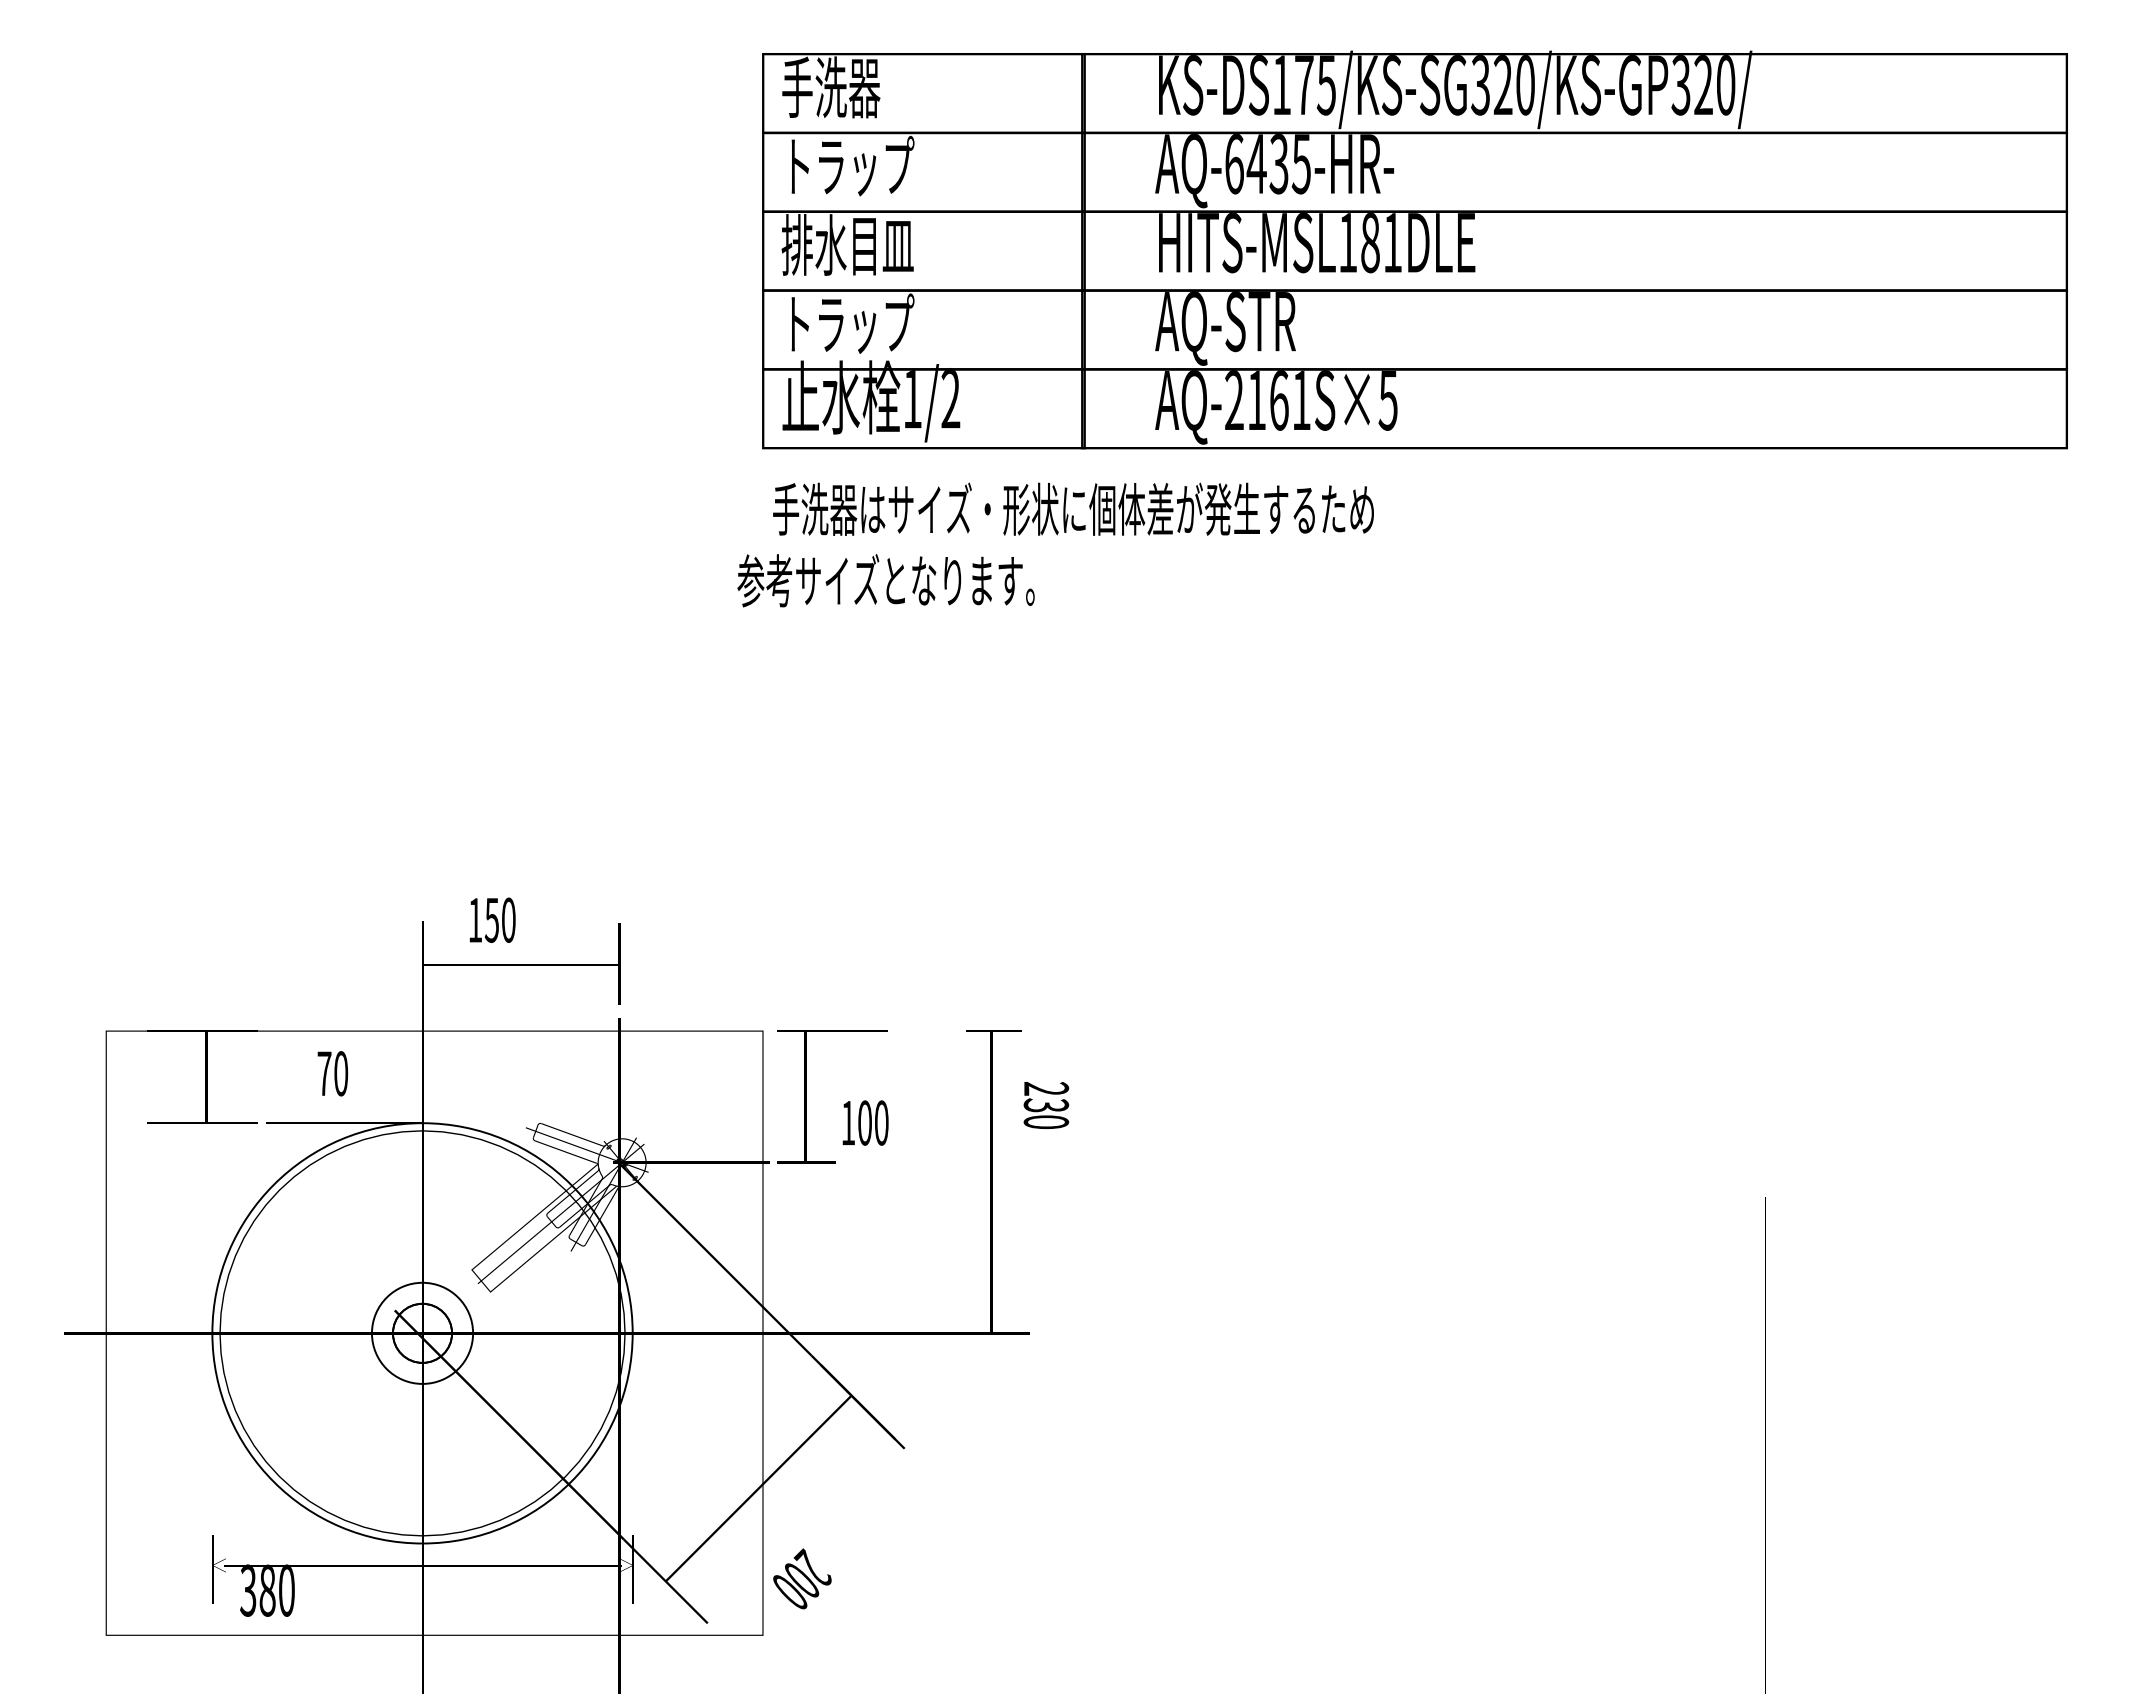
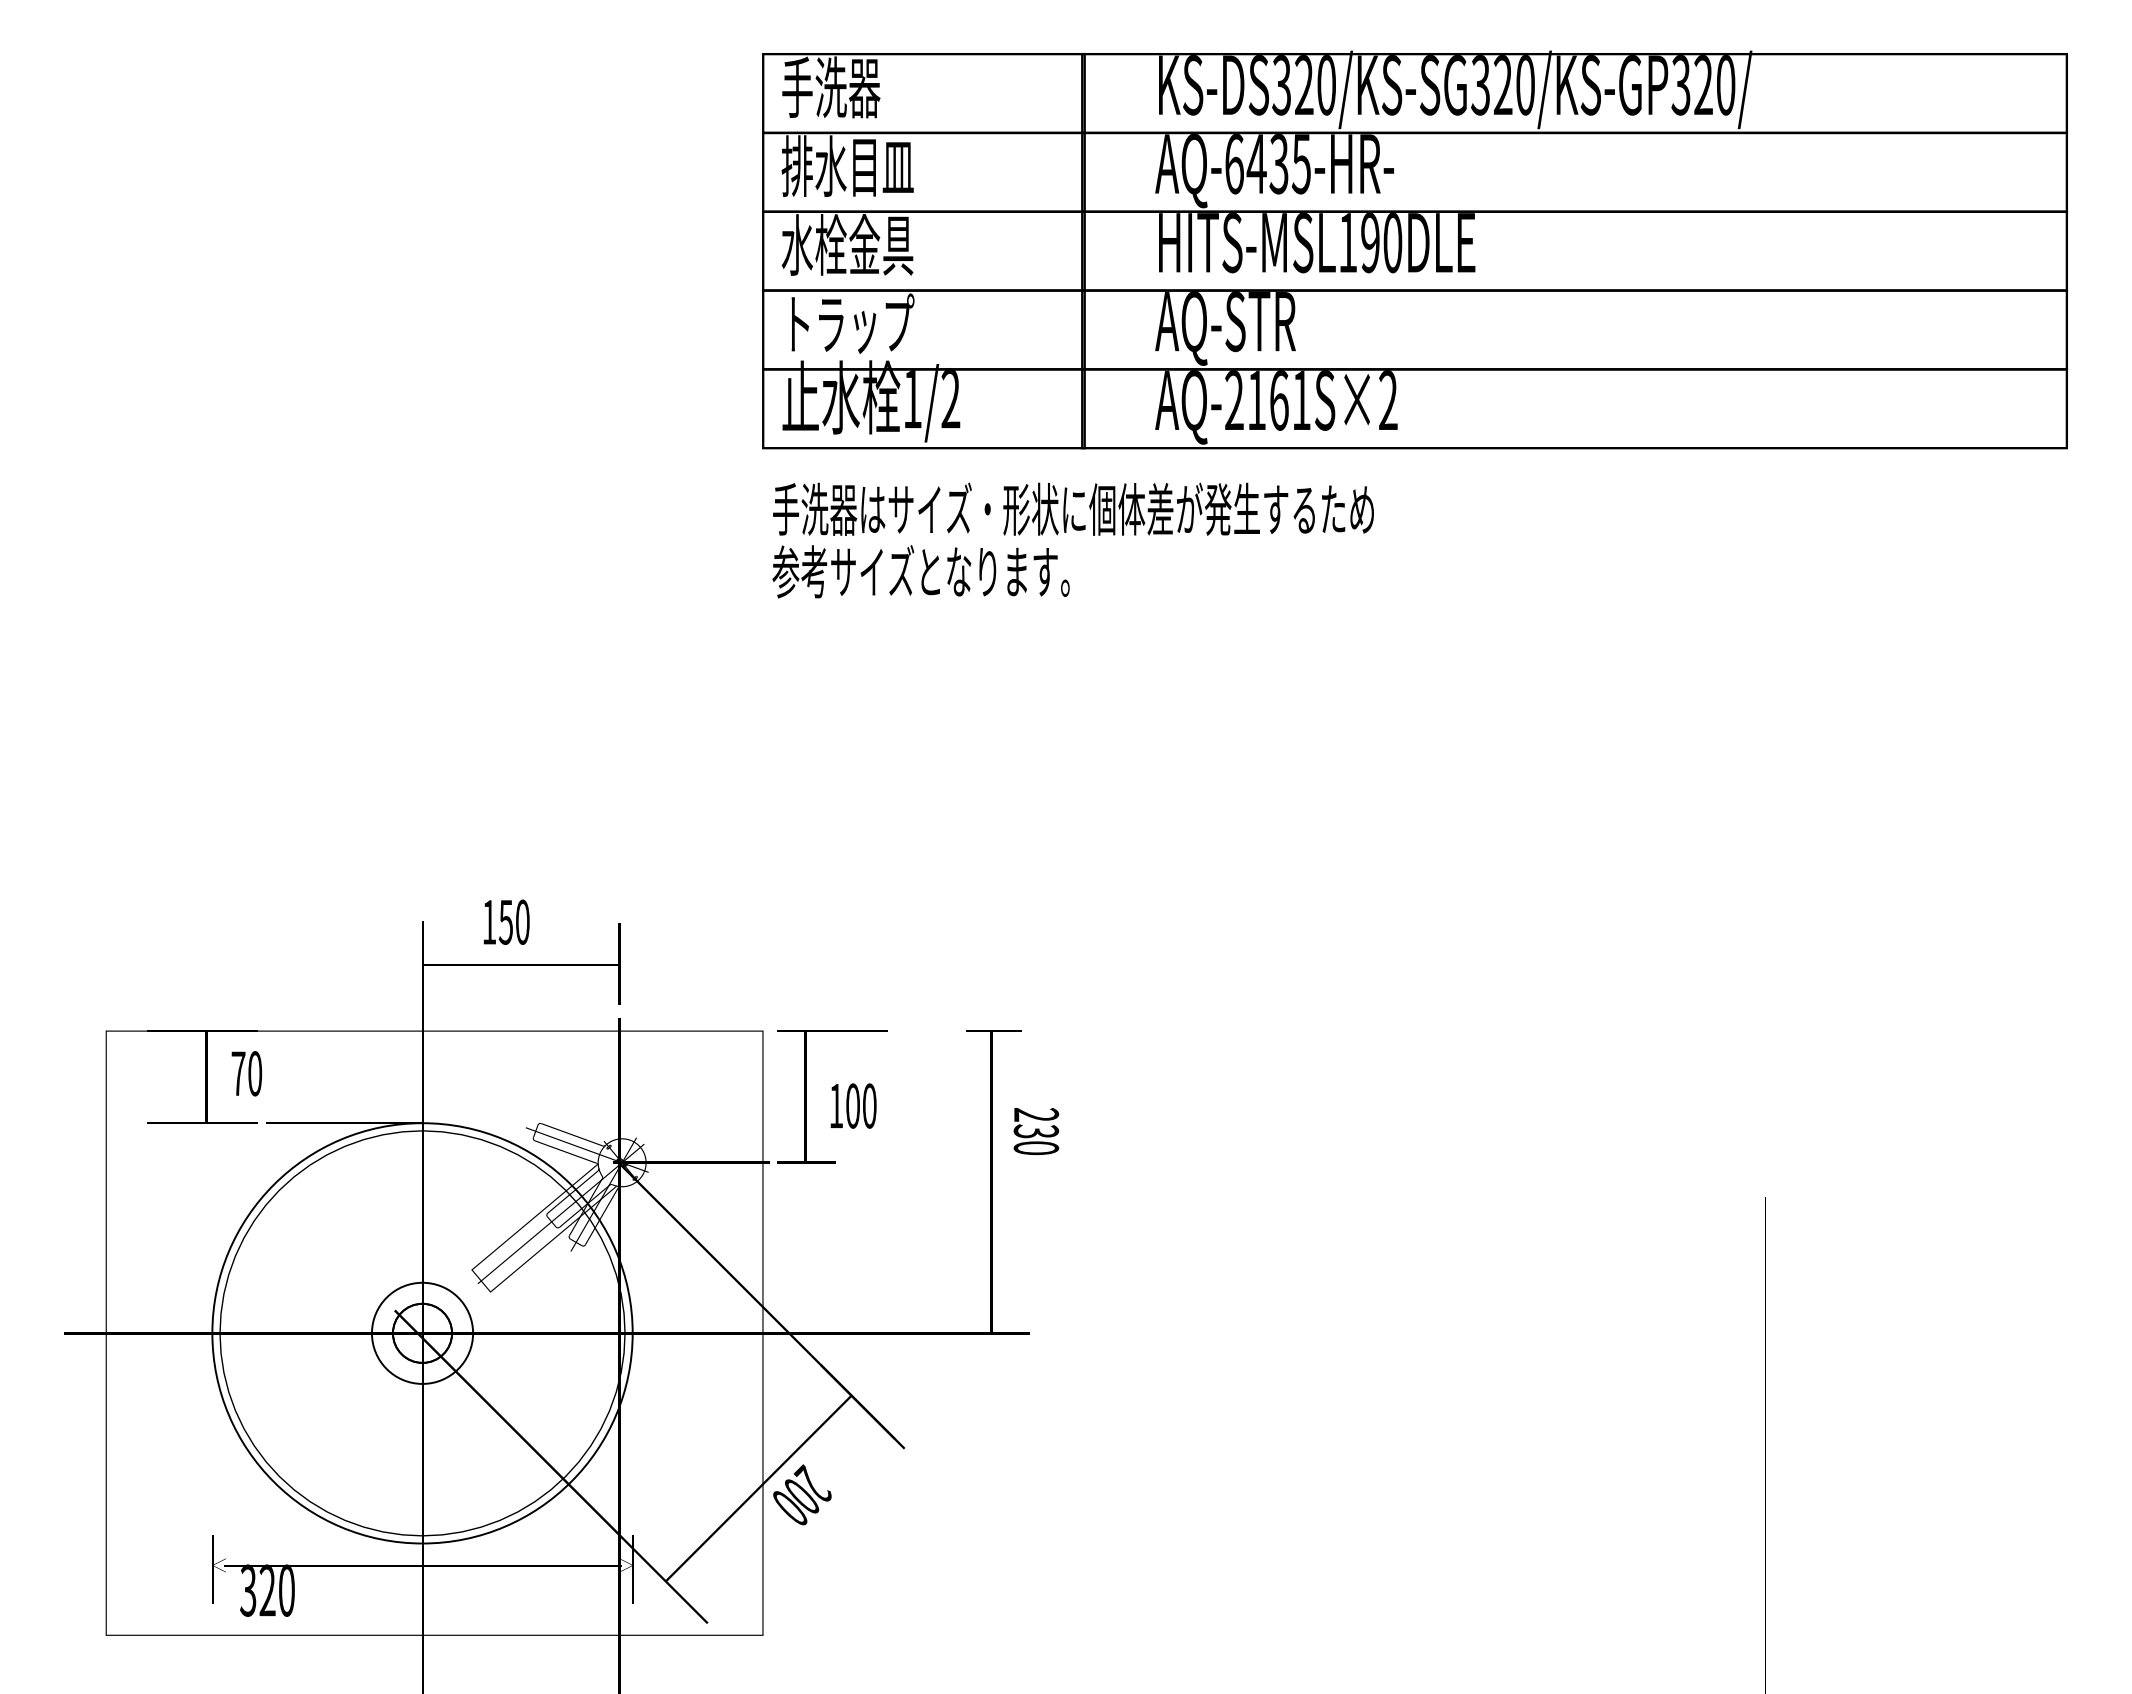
text at (1303, 85): KS-DS175/KS-SG320/KS-GP320/ -> KS-DS320/KS-SG320/KS-GP320/
text at (847, 166): トラップ -> 排水目皿
text at (1381, 243): HITS-MSL181DLE -> HITS-MSL190DLE
text at (847, 244): 排水目皿 -> 水栓金具
text at (1387, 400): AQ-2161S×5 -> AQ-2161S×2
text at (885, 580) position: (885, 580) -> (920, 571)
text at (492, 919) position: (492, 919) -> (506, 921)
text at (332, 1073) position: (332, 1073) -> (246, 1073)
text at (1046, 1105) position: (1046, 1105) -> (1036, 1131)
text at (865, 1122) position: (865, 1122) -> (853, 1105)
text at (802, 1578) position: (802, 1578) -> (802, 1494)
text at (267, 1590): 380 -> 320
